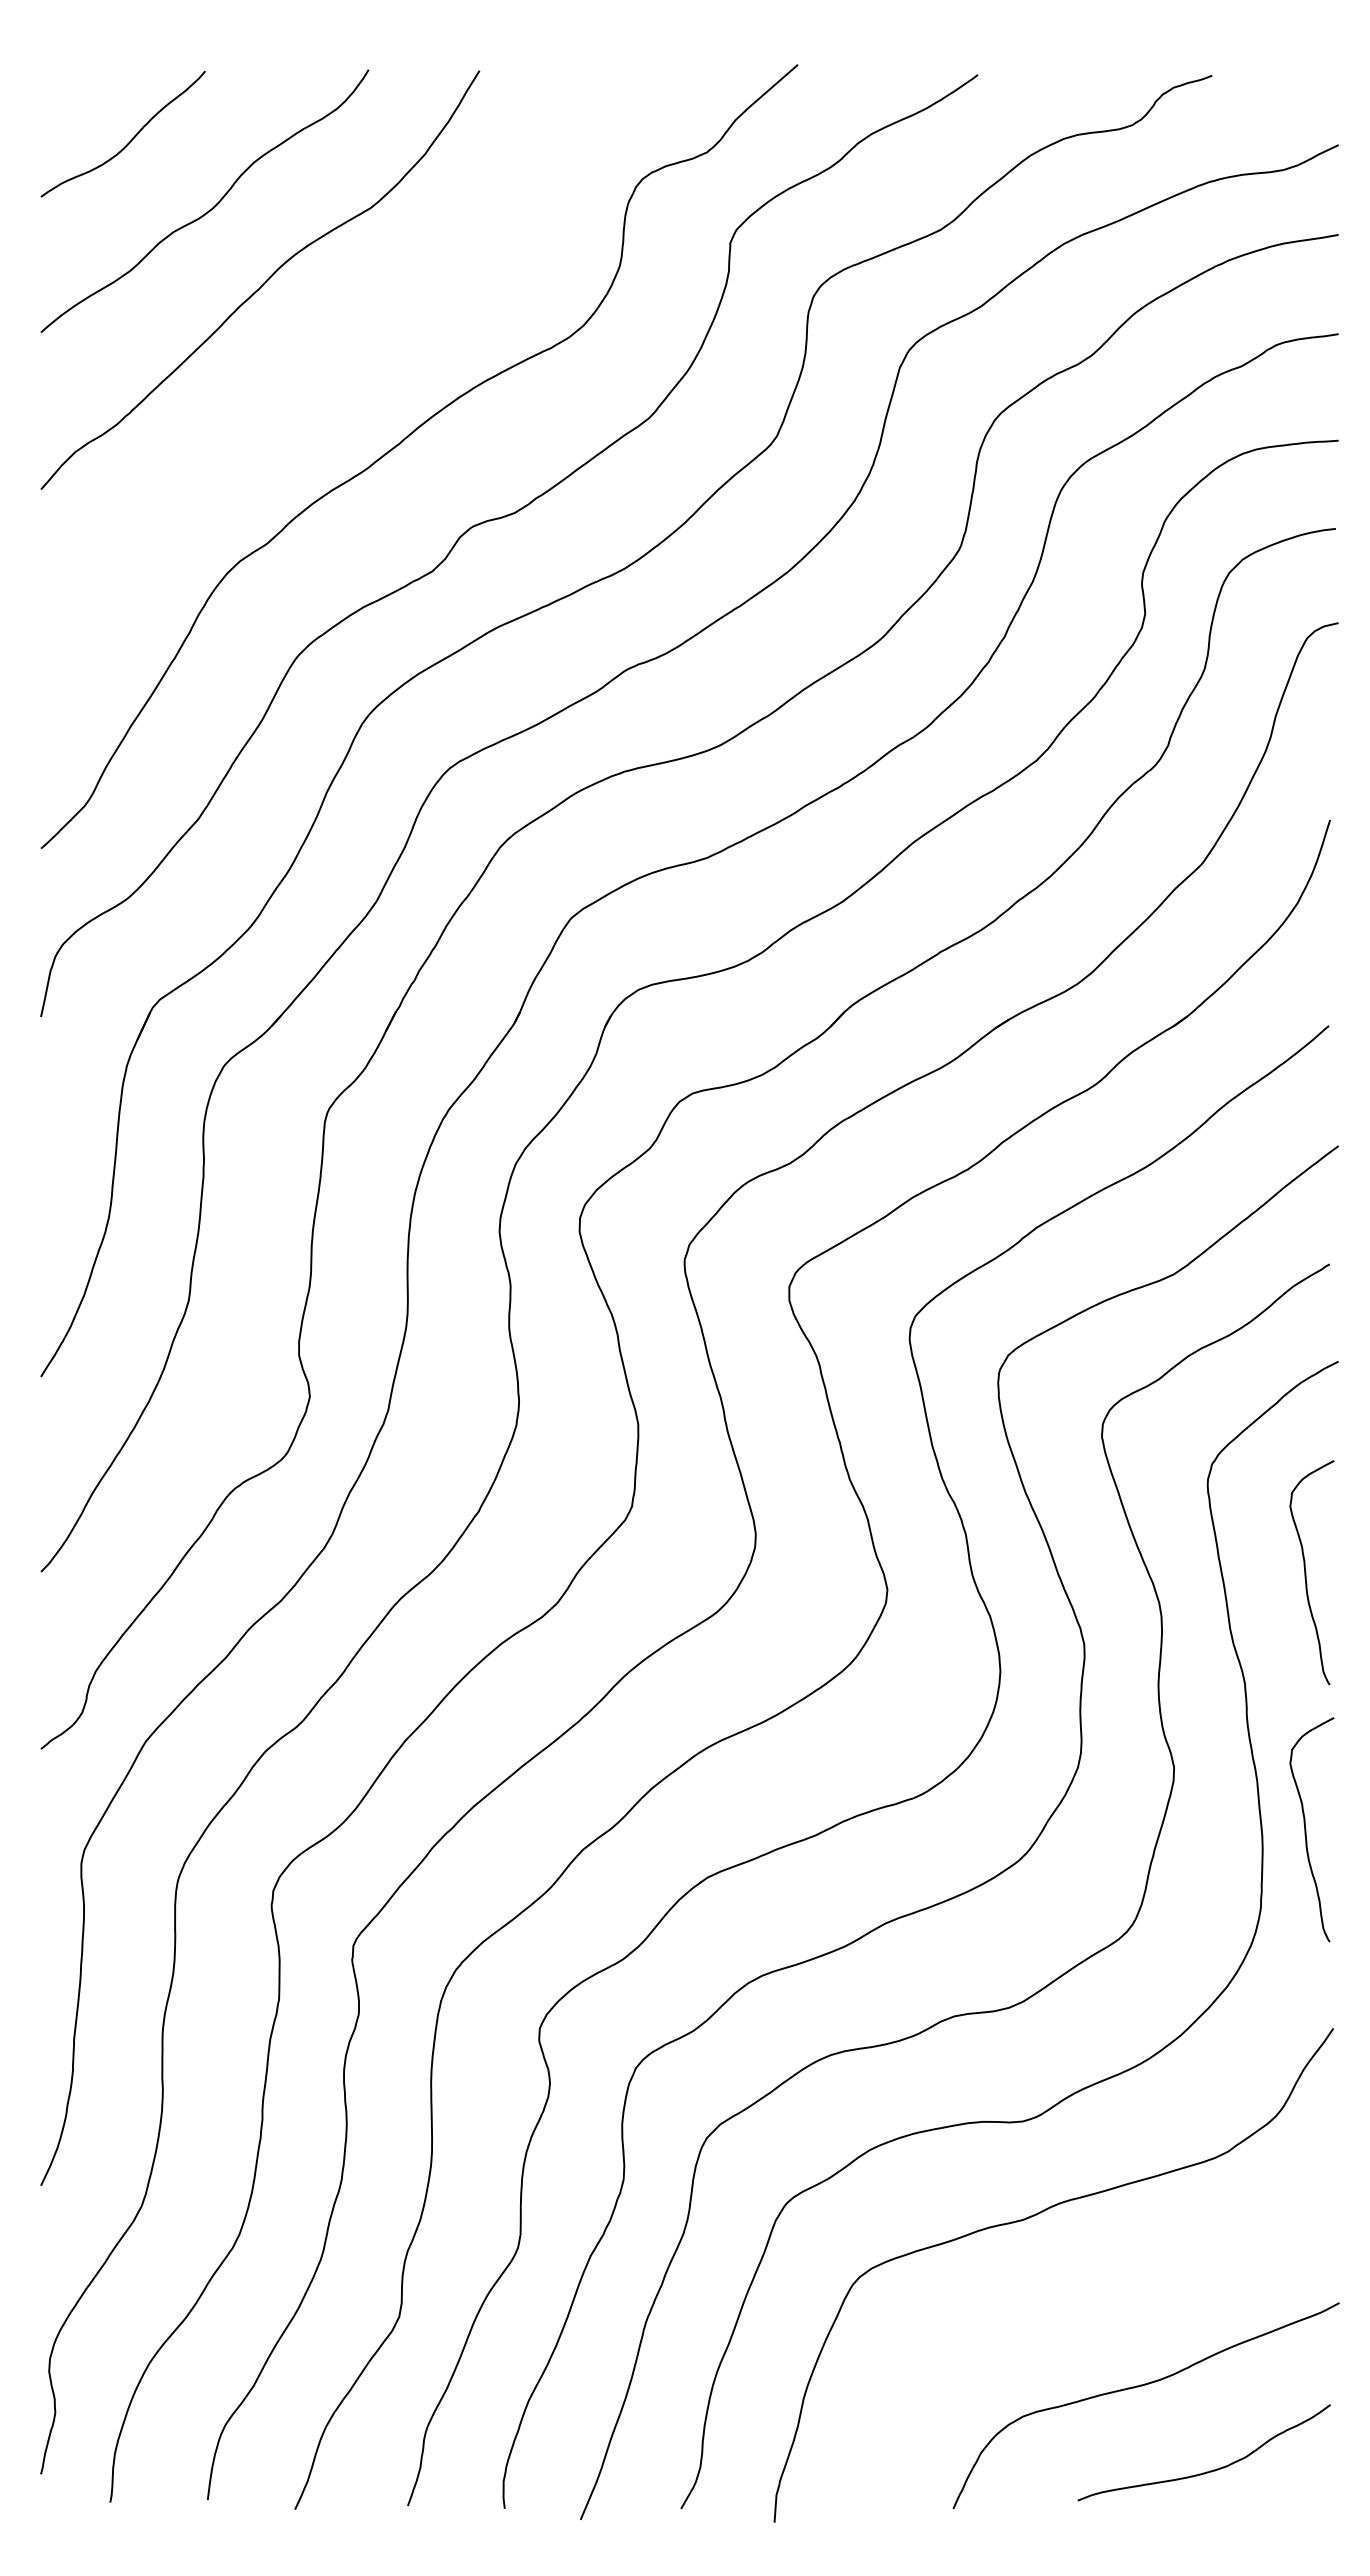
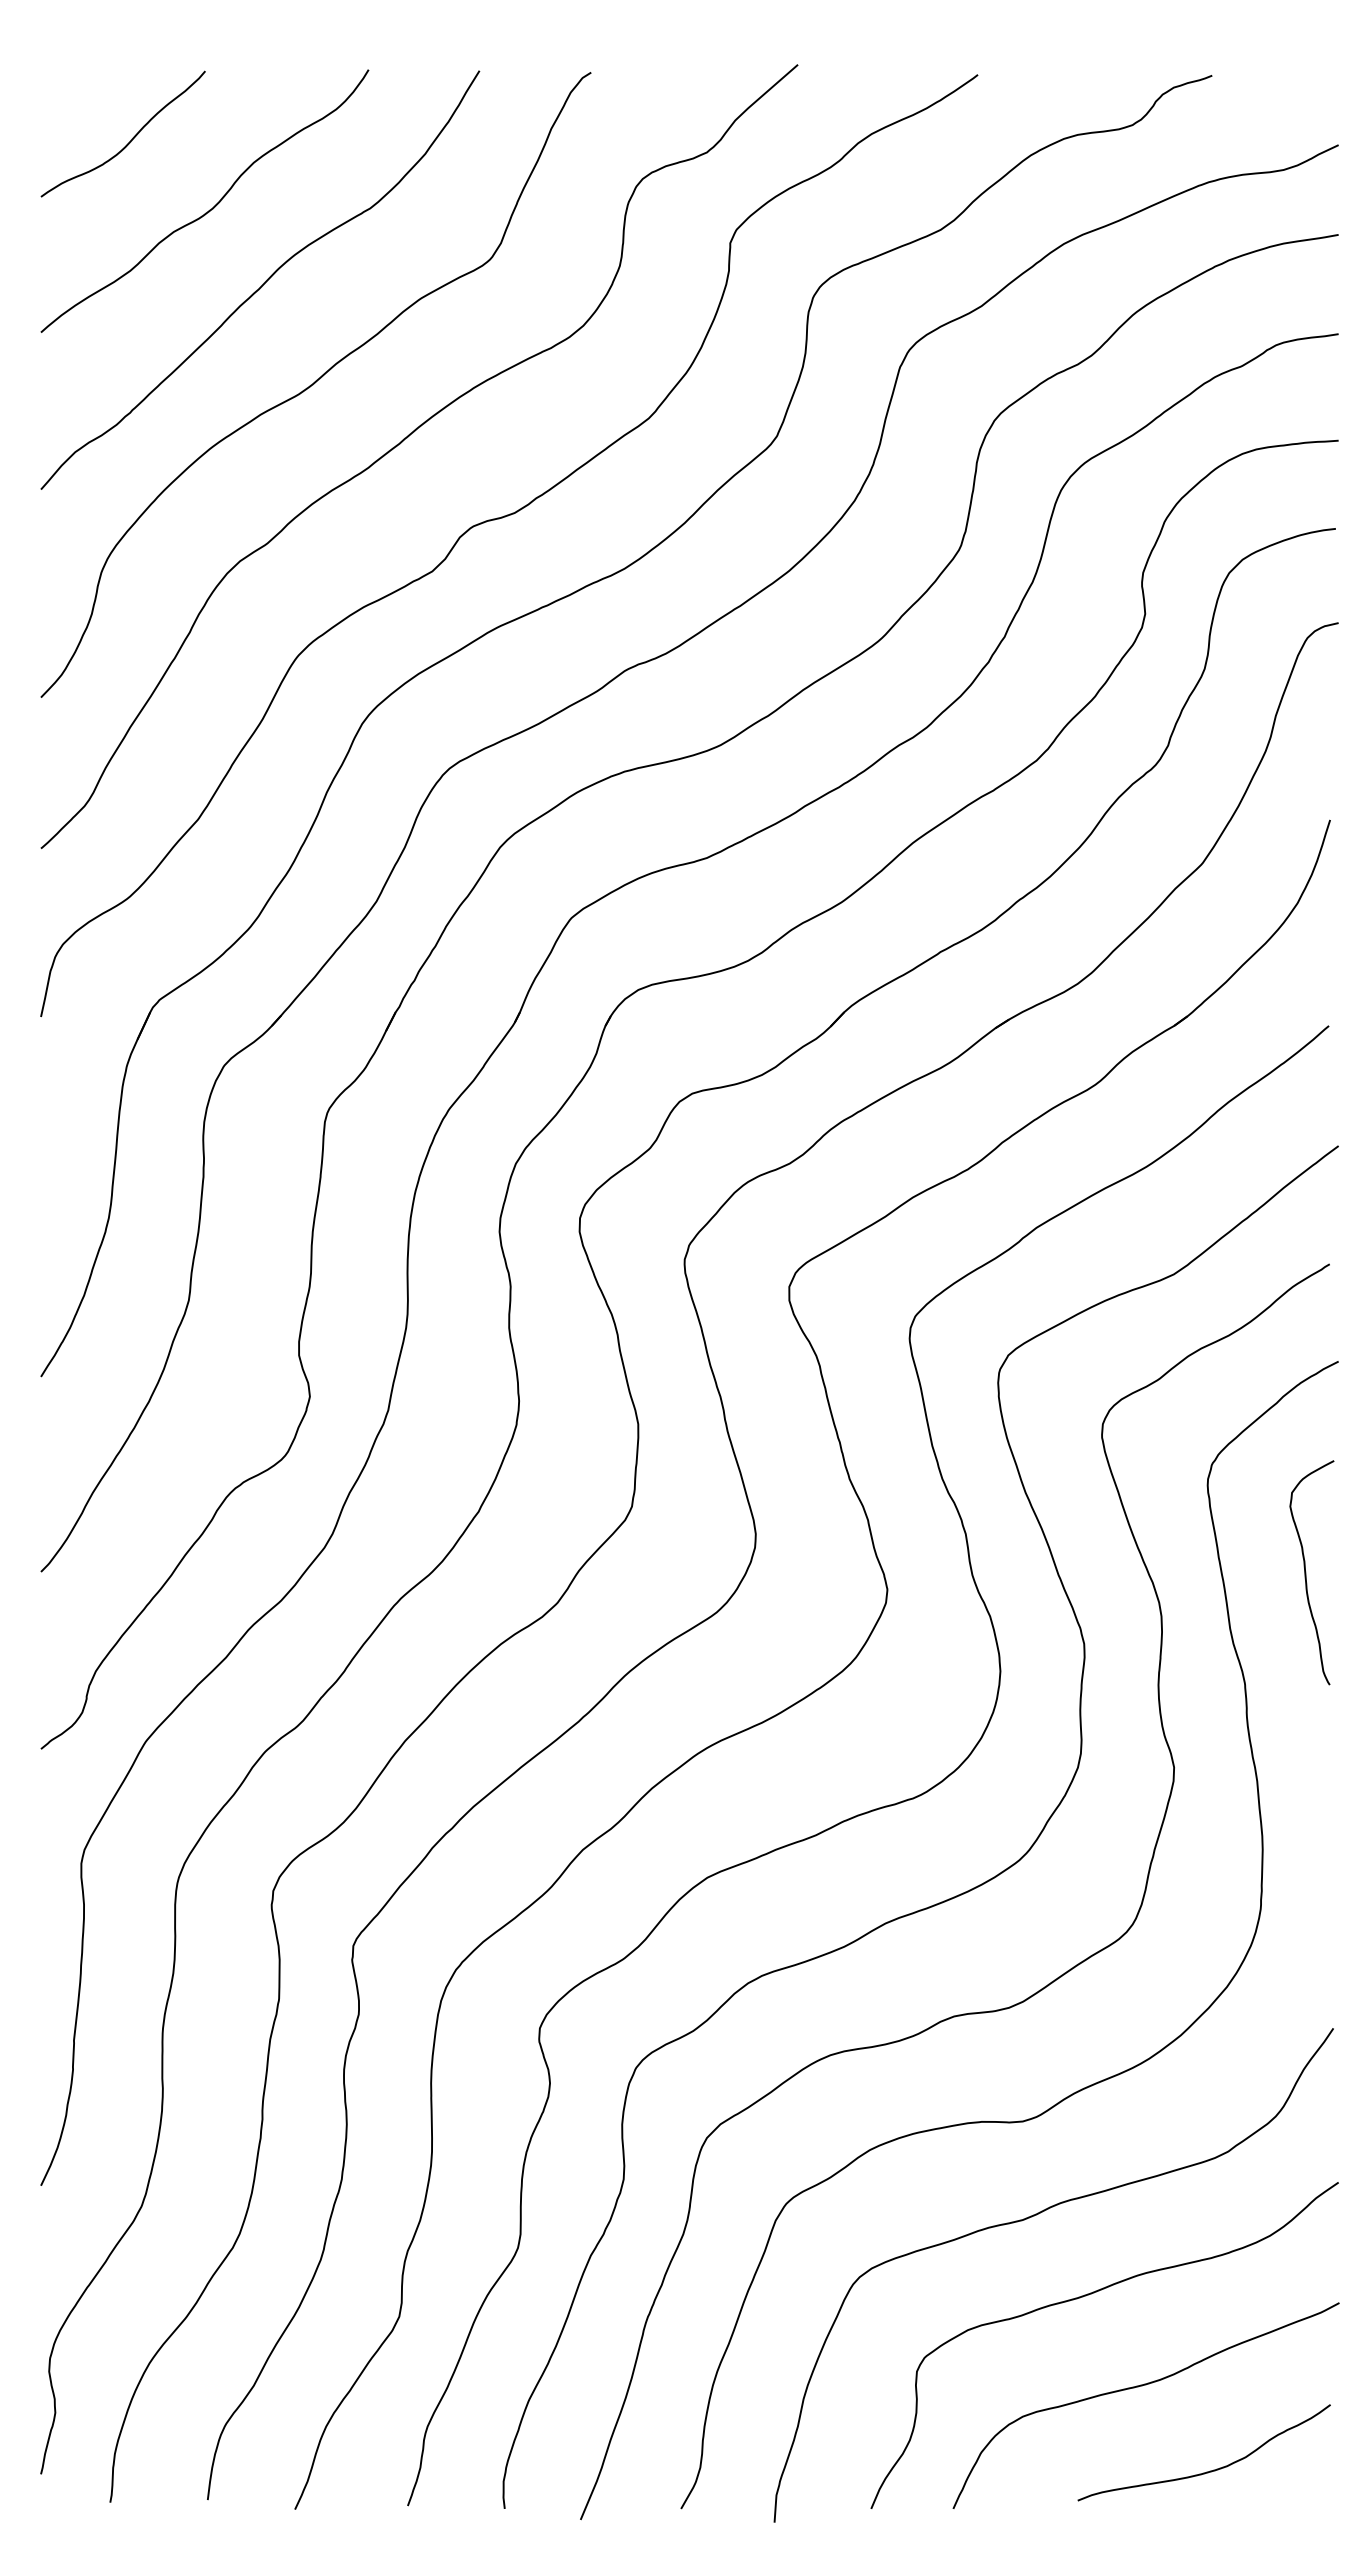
curve at (315, 383): none -> present
curve at (1306, 1829): present -> none
curve at (1083, 2297): none -> present
